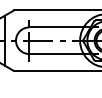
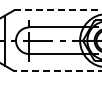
line at (57, 10): solid -> dashed
line at (57, 70): solid -> dashed
